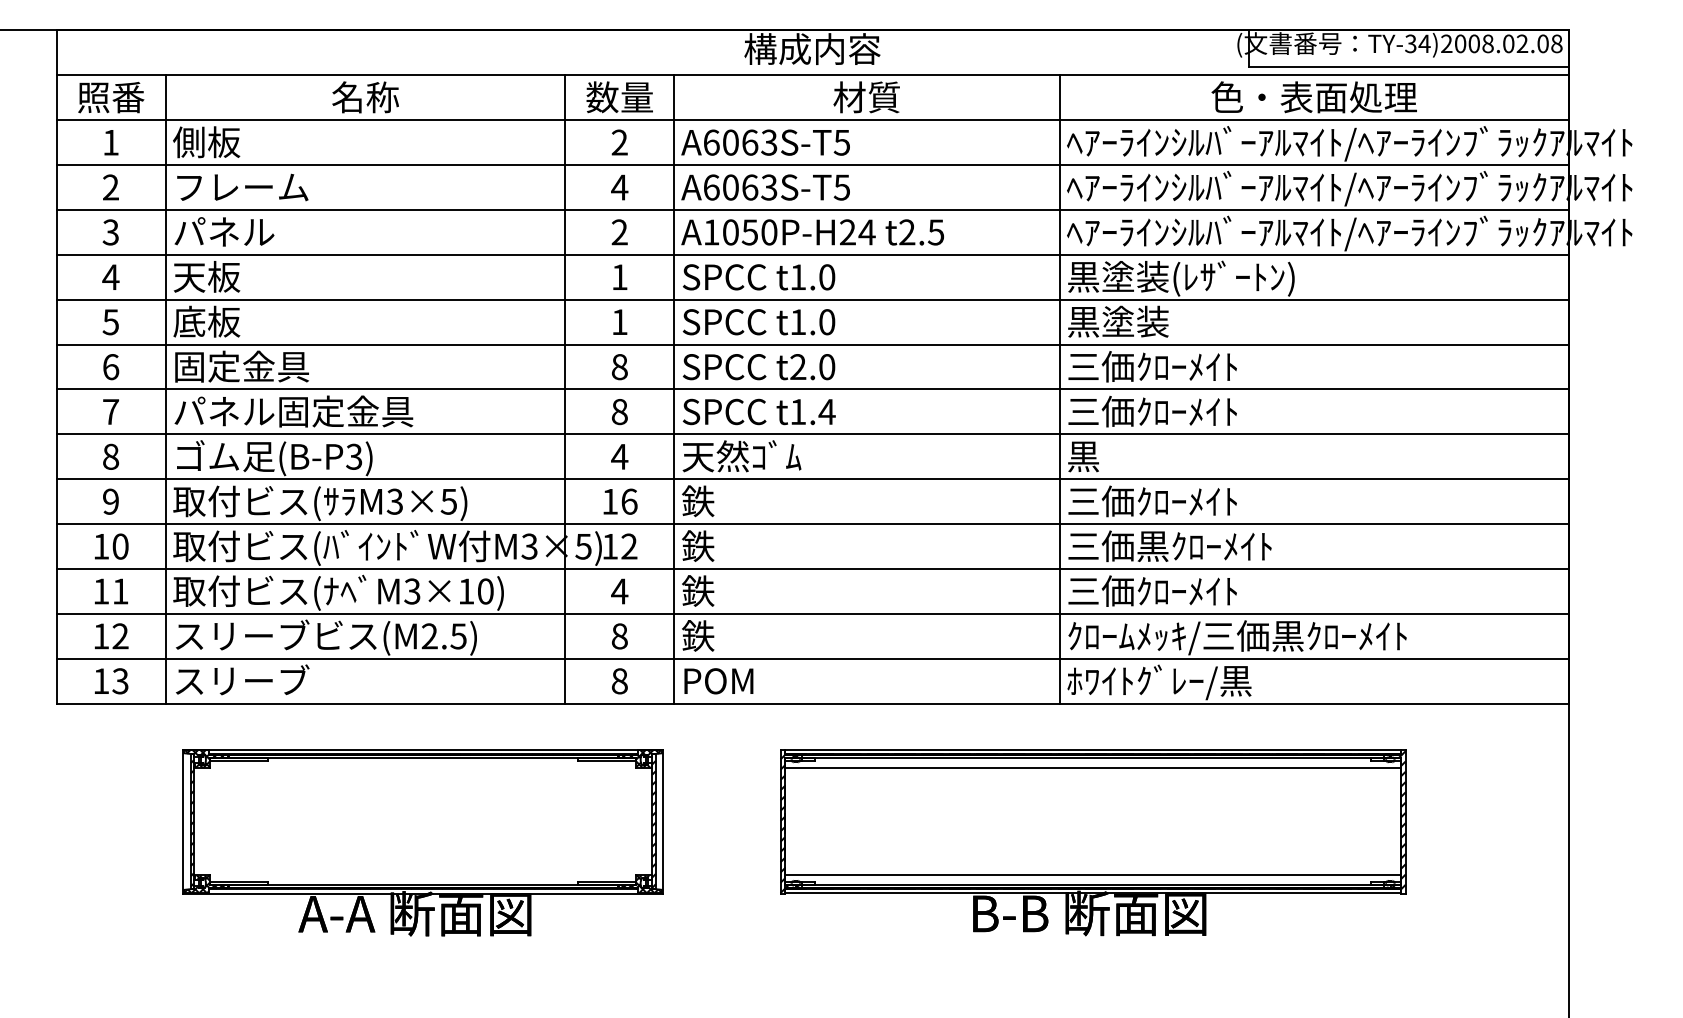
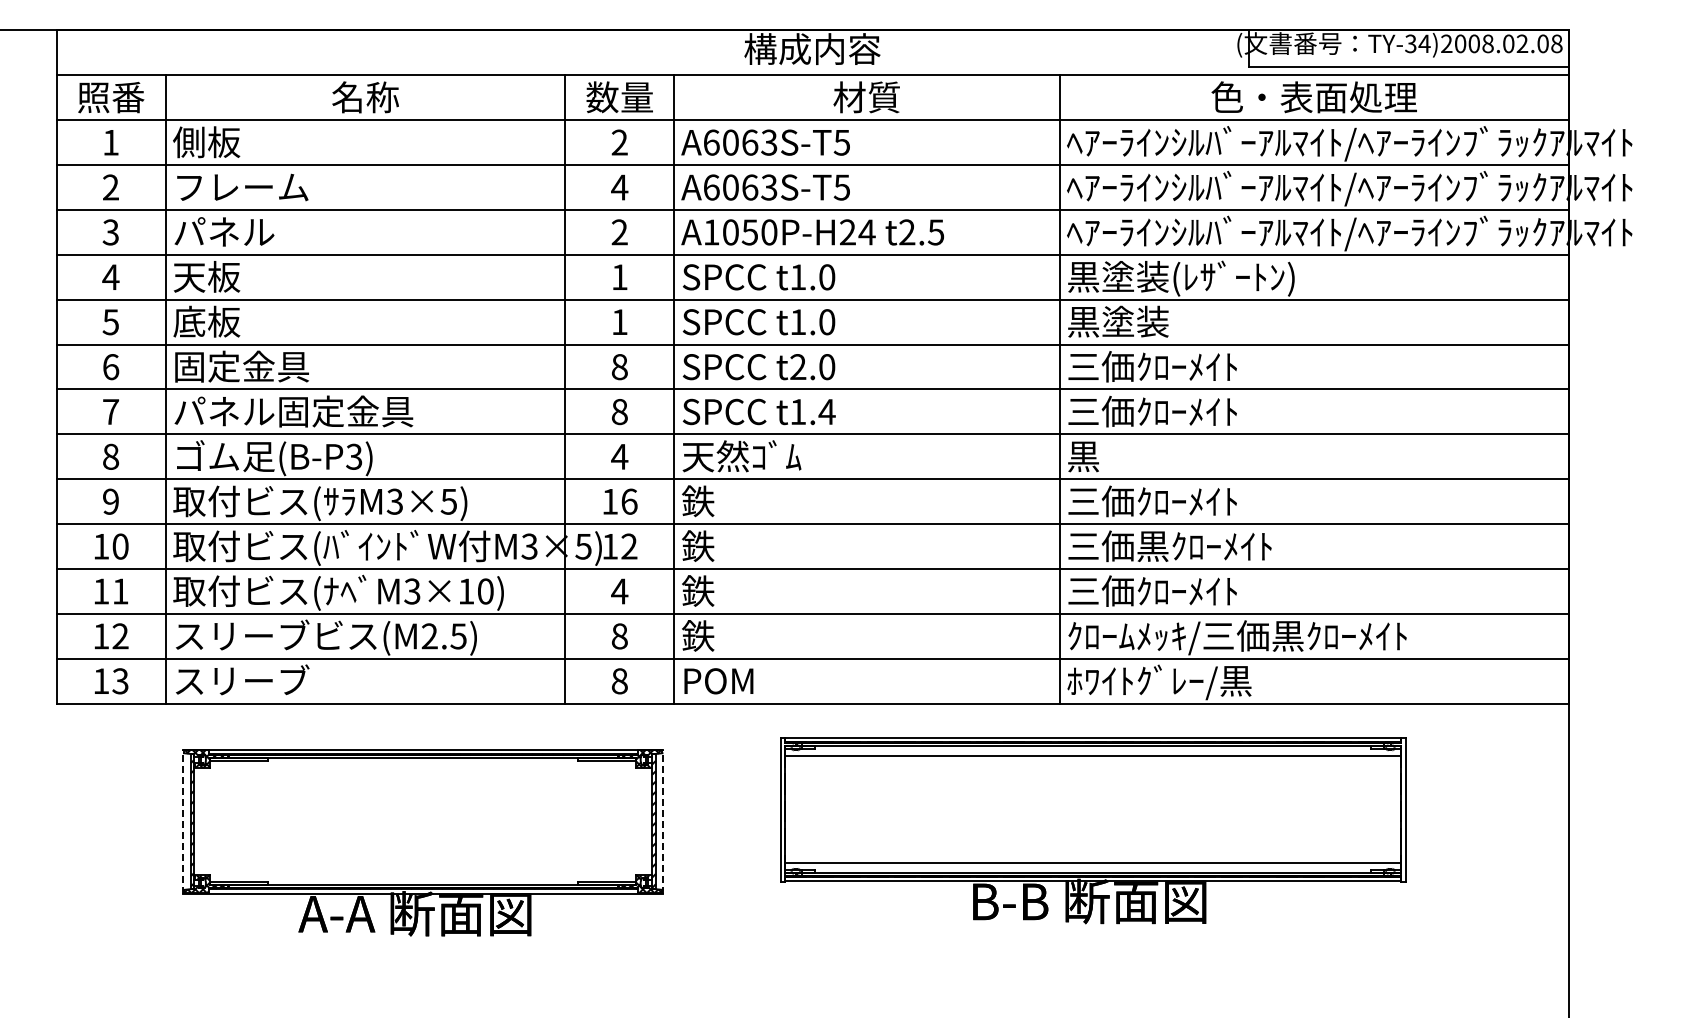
line at (183, 821): solid -> dashed
line at (663, 821): solid -> dashed
part at (1093, 842) position: (1093, 842) -> (1093, 830)
